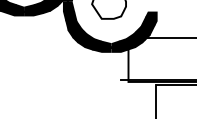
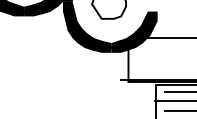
line at (178, 91): none -> present
line at (174, 101): none -> present
line at (178, 111): none -> present
